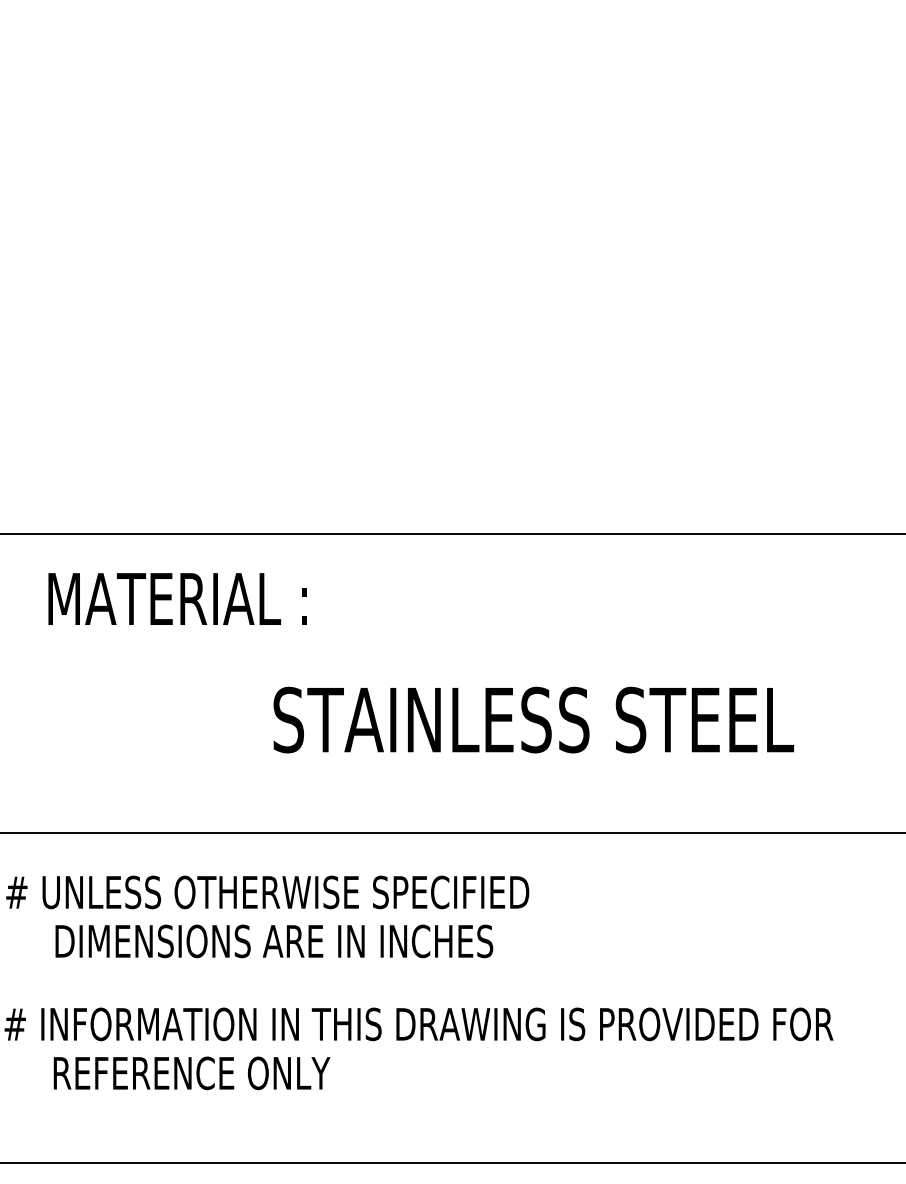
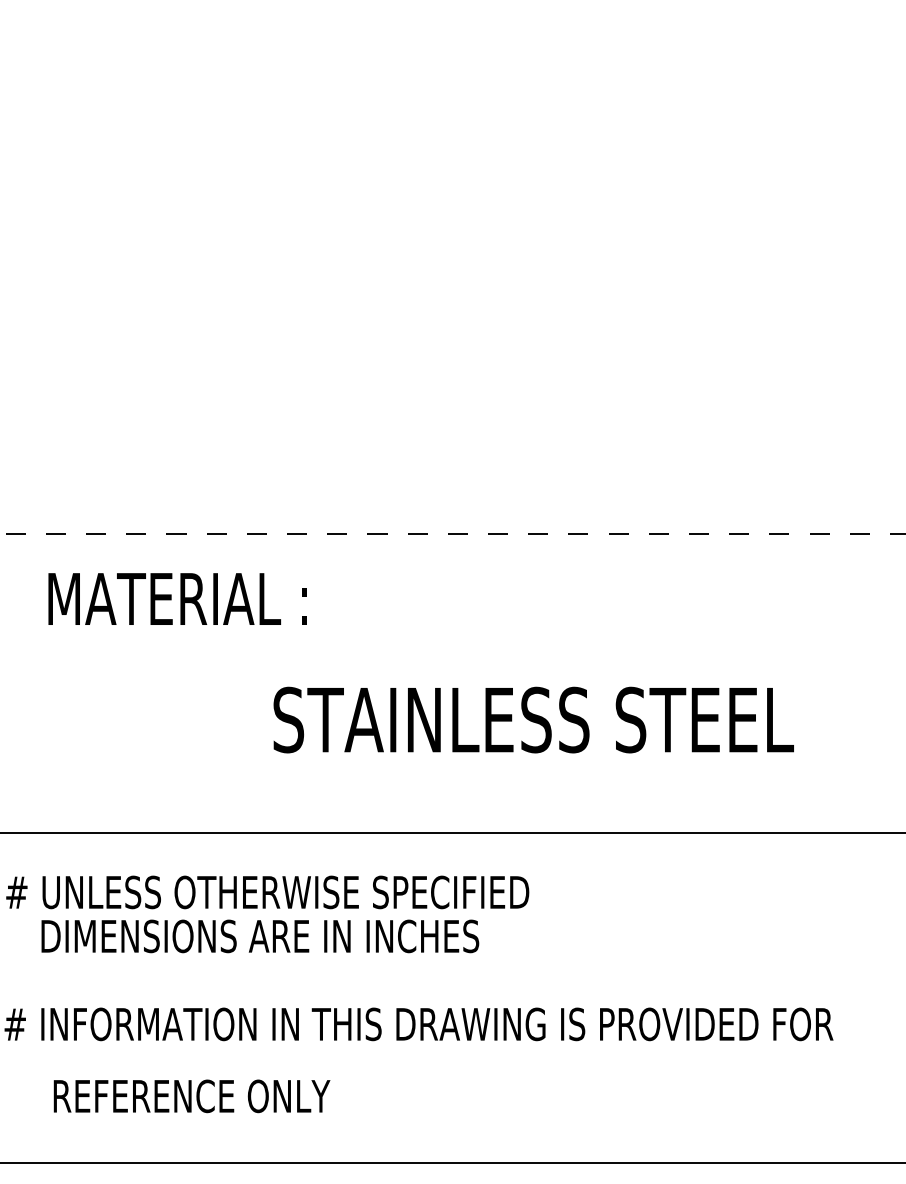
line at (453, 533): solid -> dashed
text at (274, 941) position: (274, 941) -> (260, 936)
text at (191, 1073) position: (191, 1073) -> (191, 1096)
